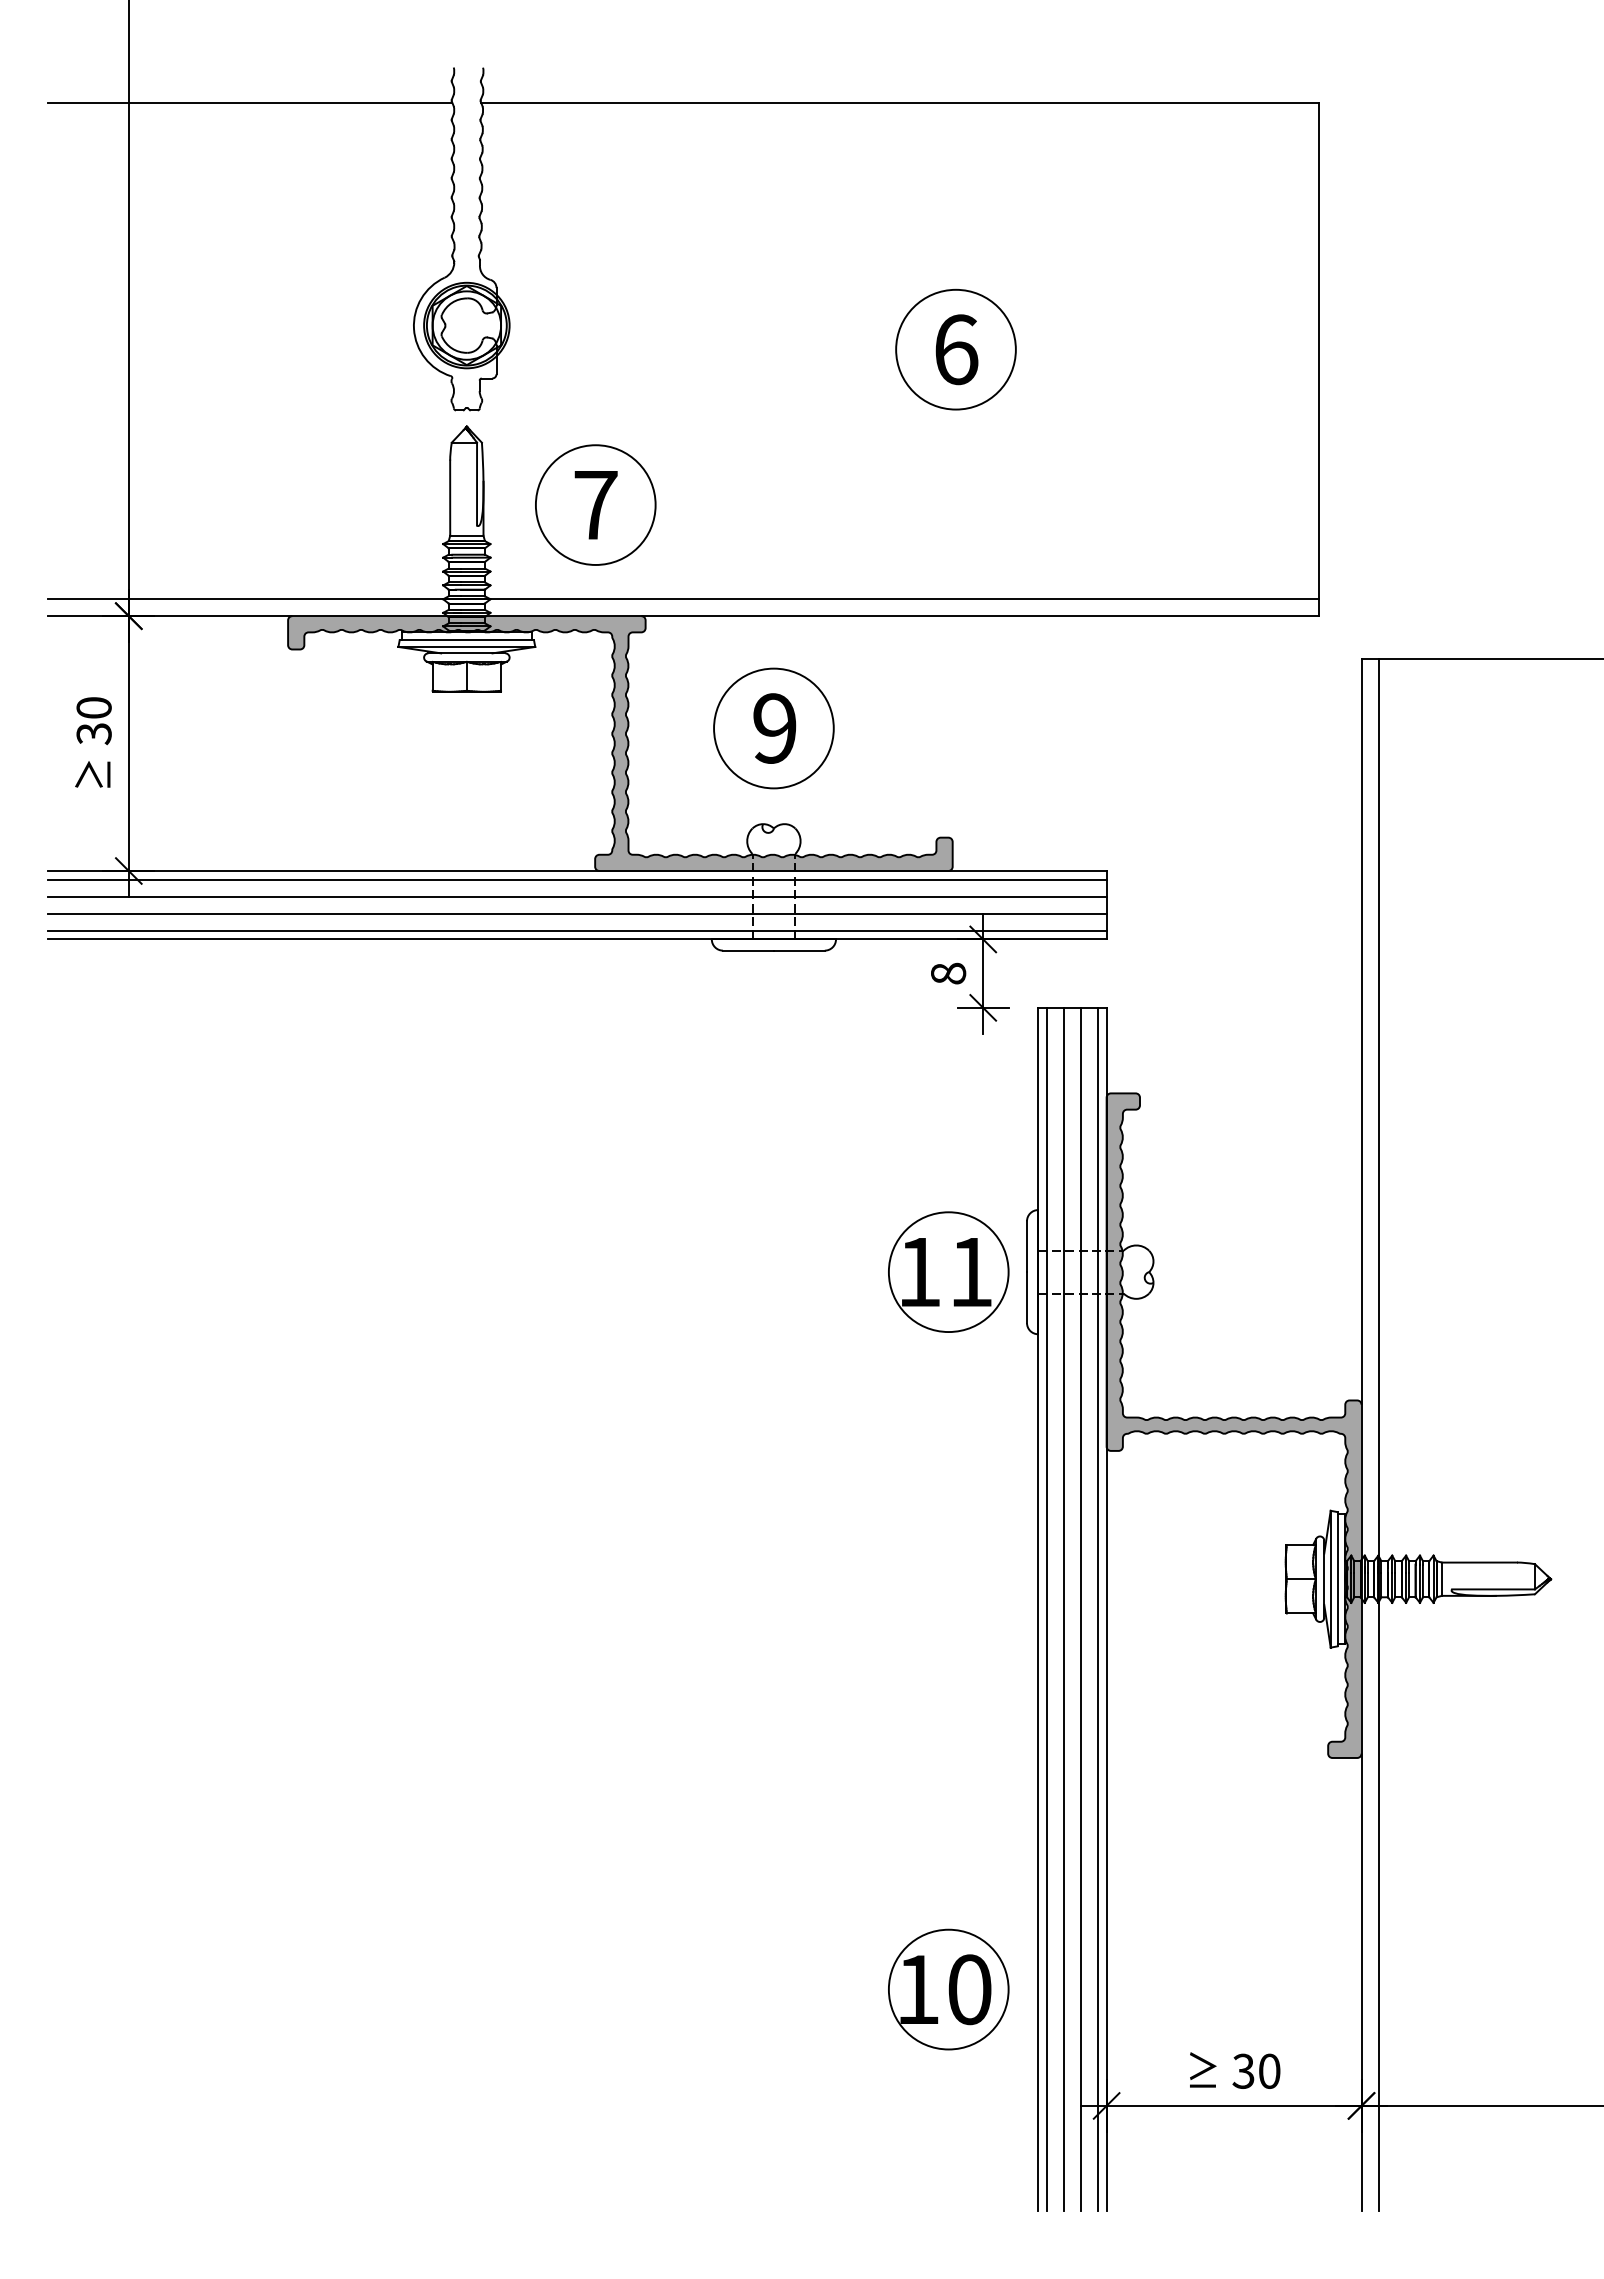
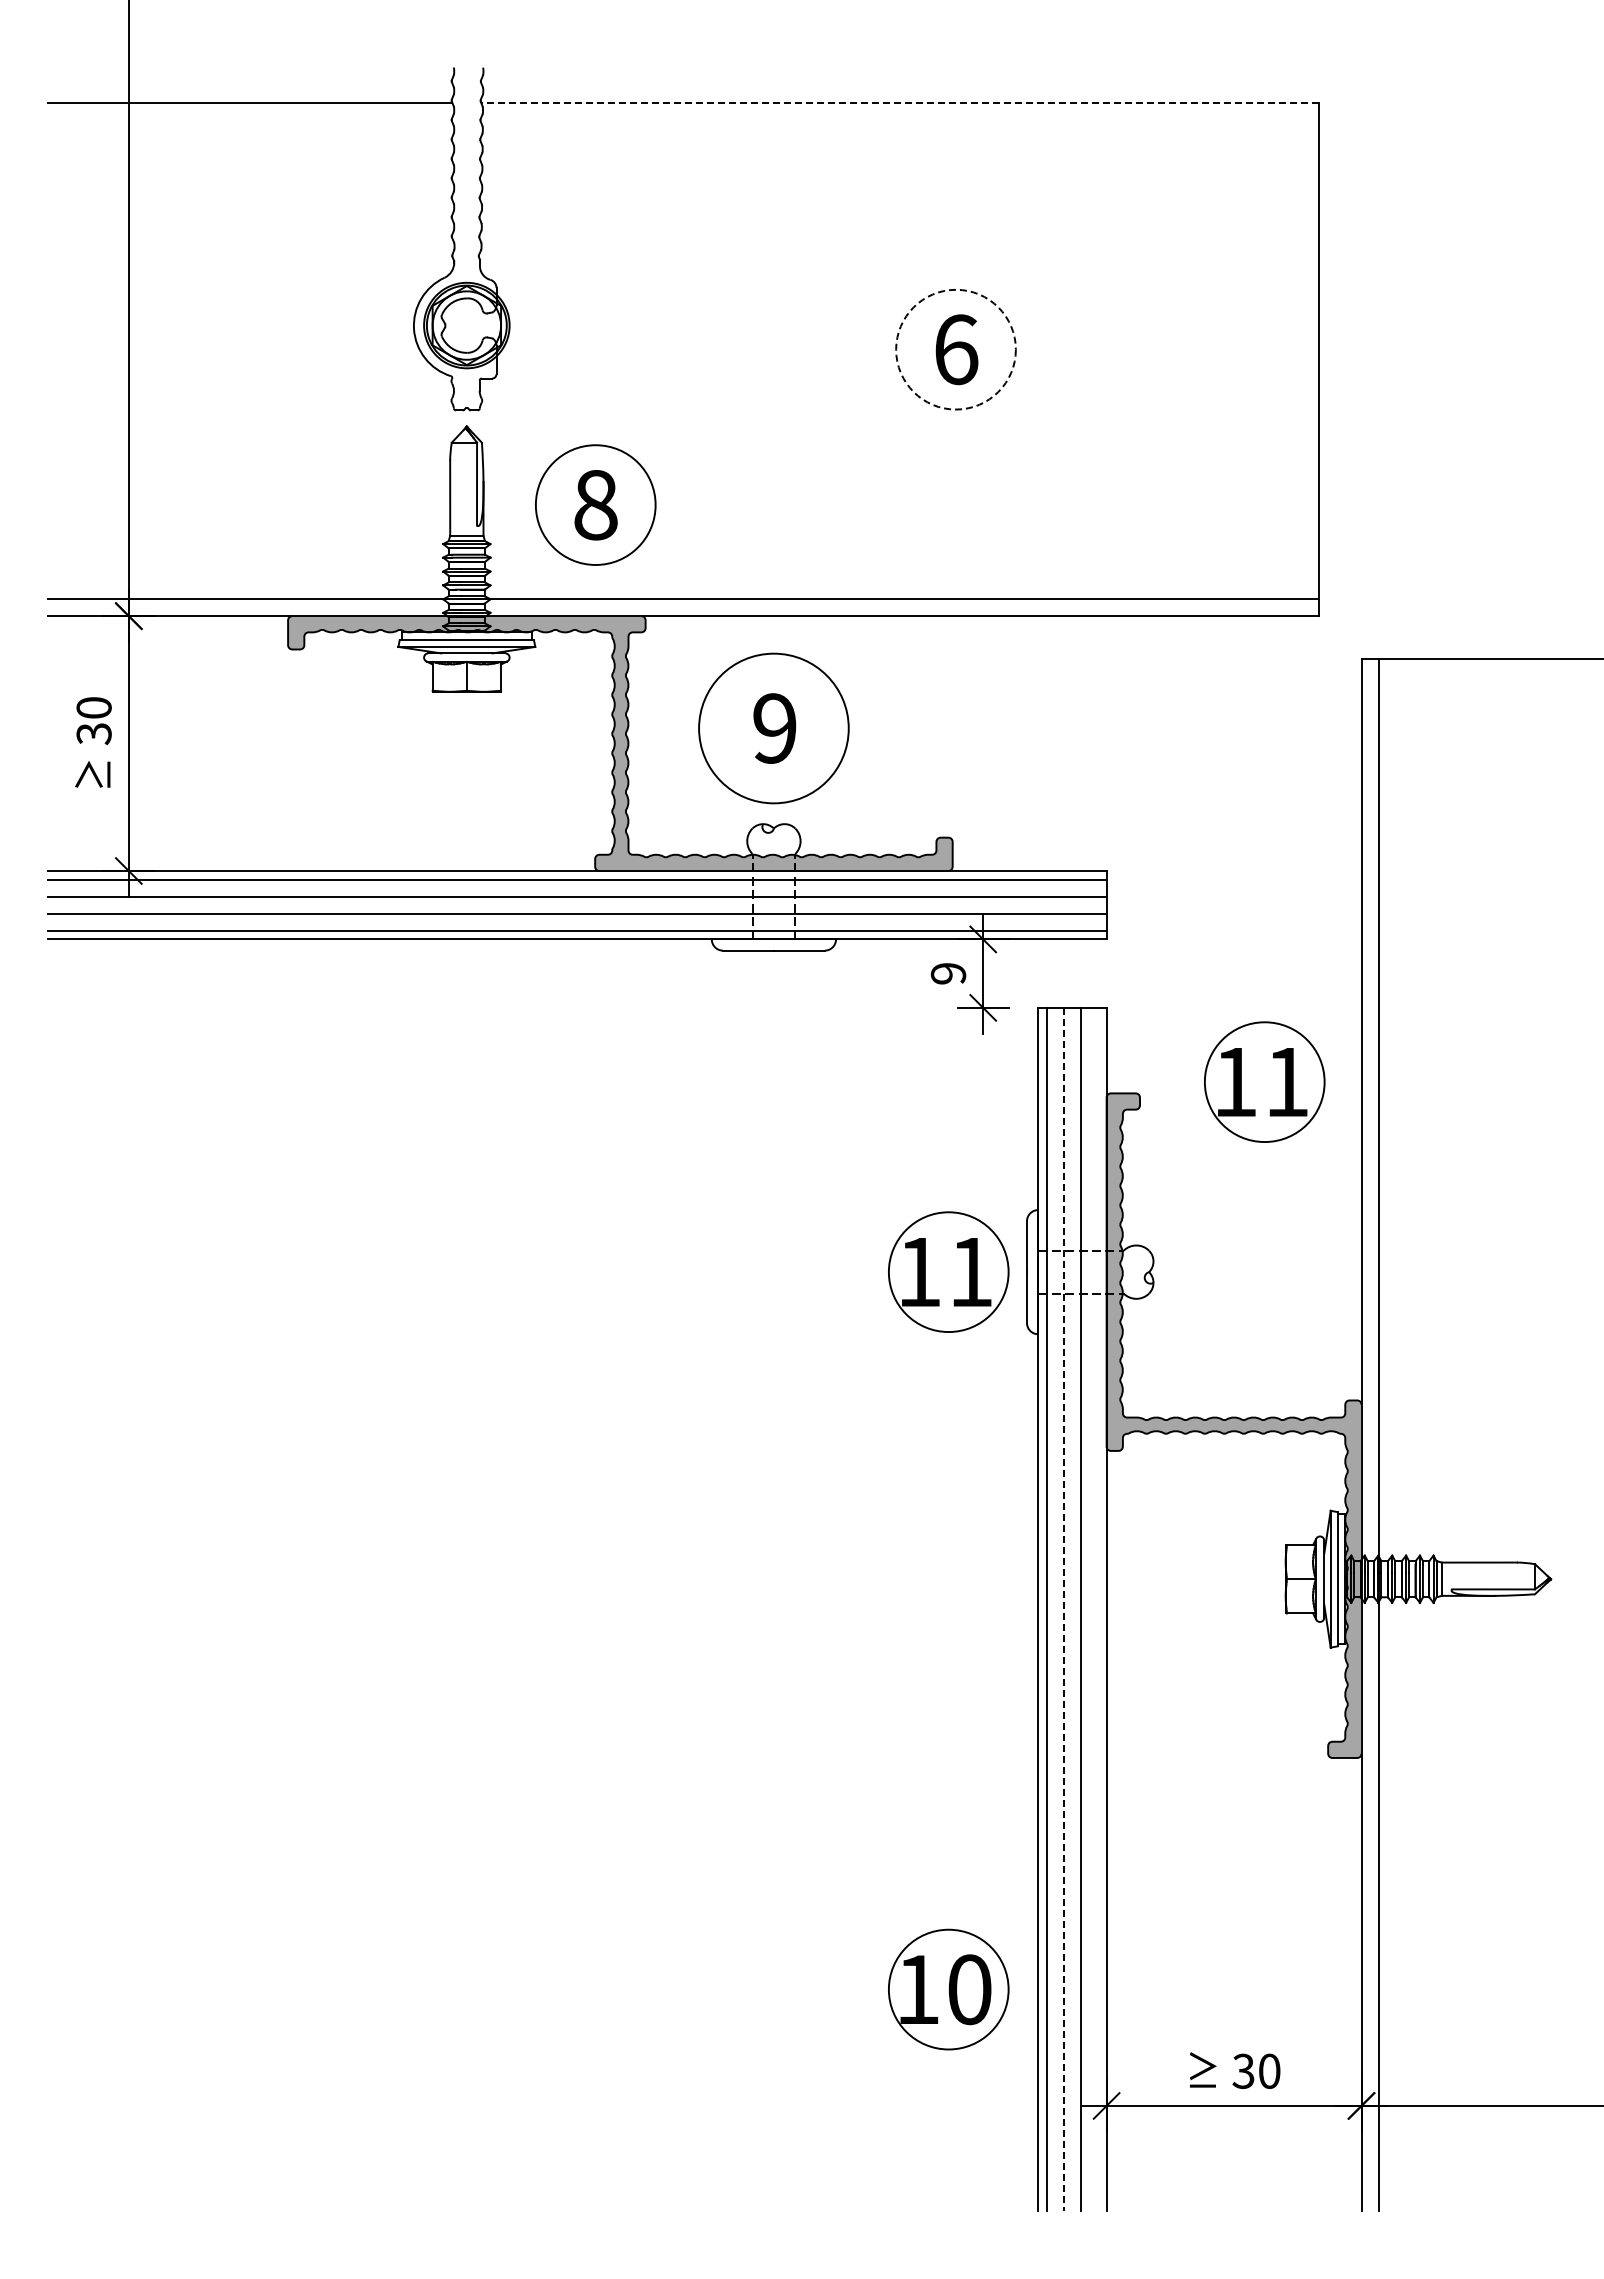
line at (899, 102): solid -> dashed
circle at (955, 349): solid -> dashed
text at (595, 505): 7 -> 8
circle at (773, 728) diameter: 120 px -> 150 px
text at (948, 973): 8 -> 9
part at (1264, 1081): none -> present
line at (1098, 1608): present -> none
line at (1063, 1609): solid -> dashed
